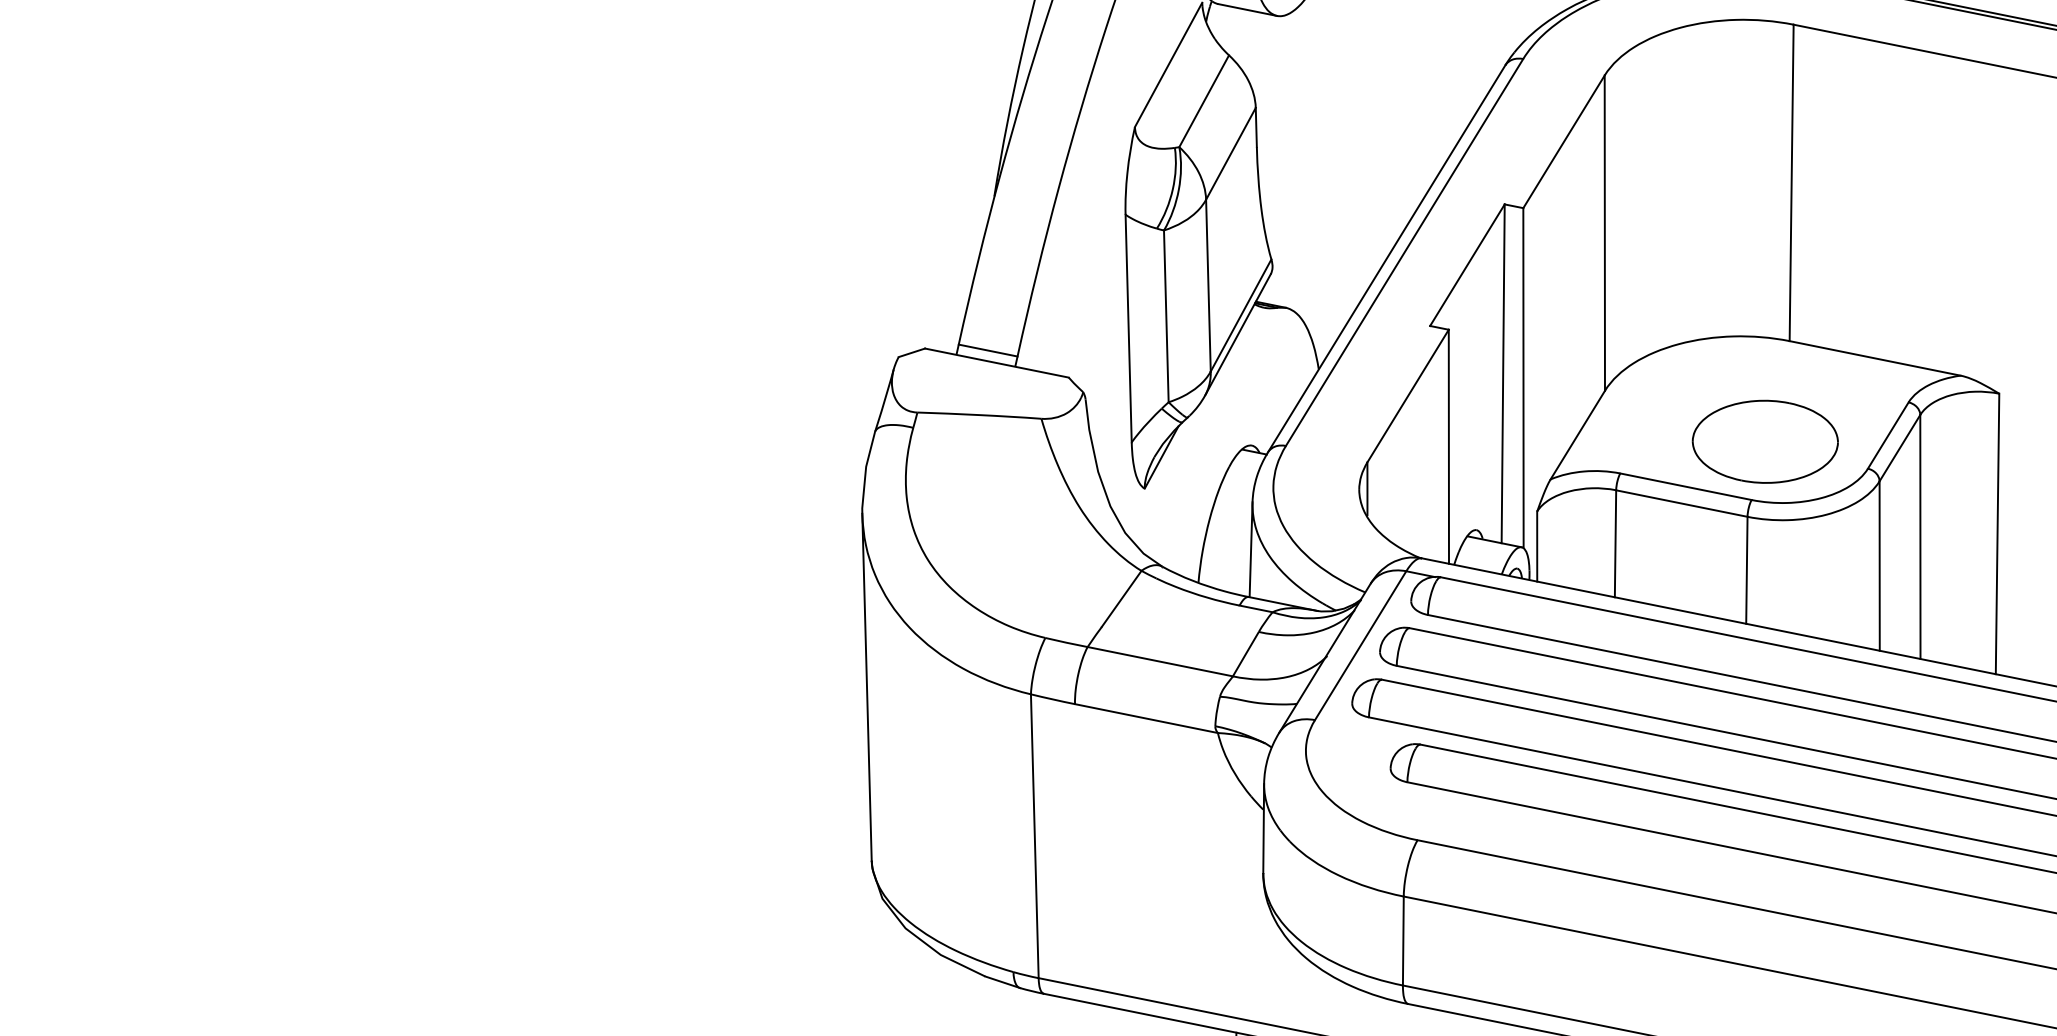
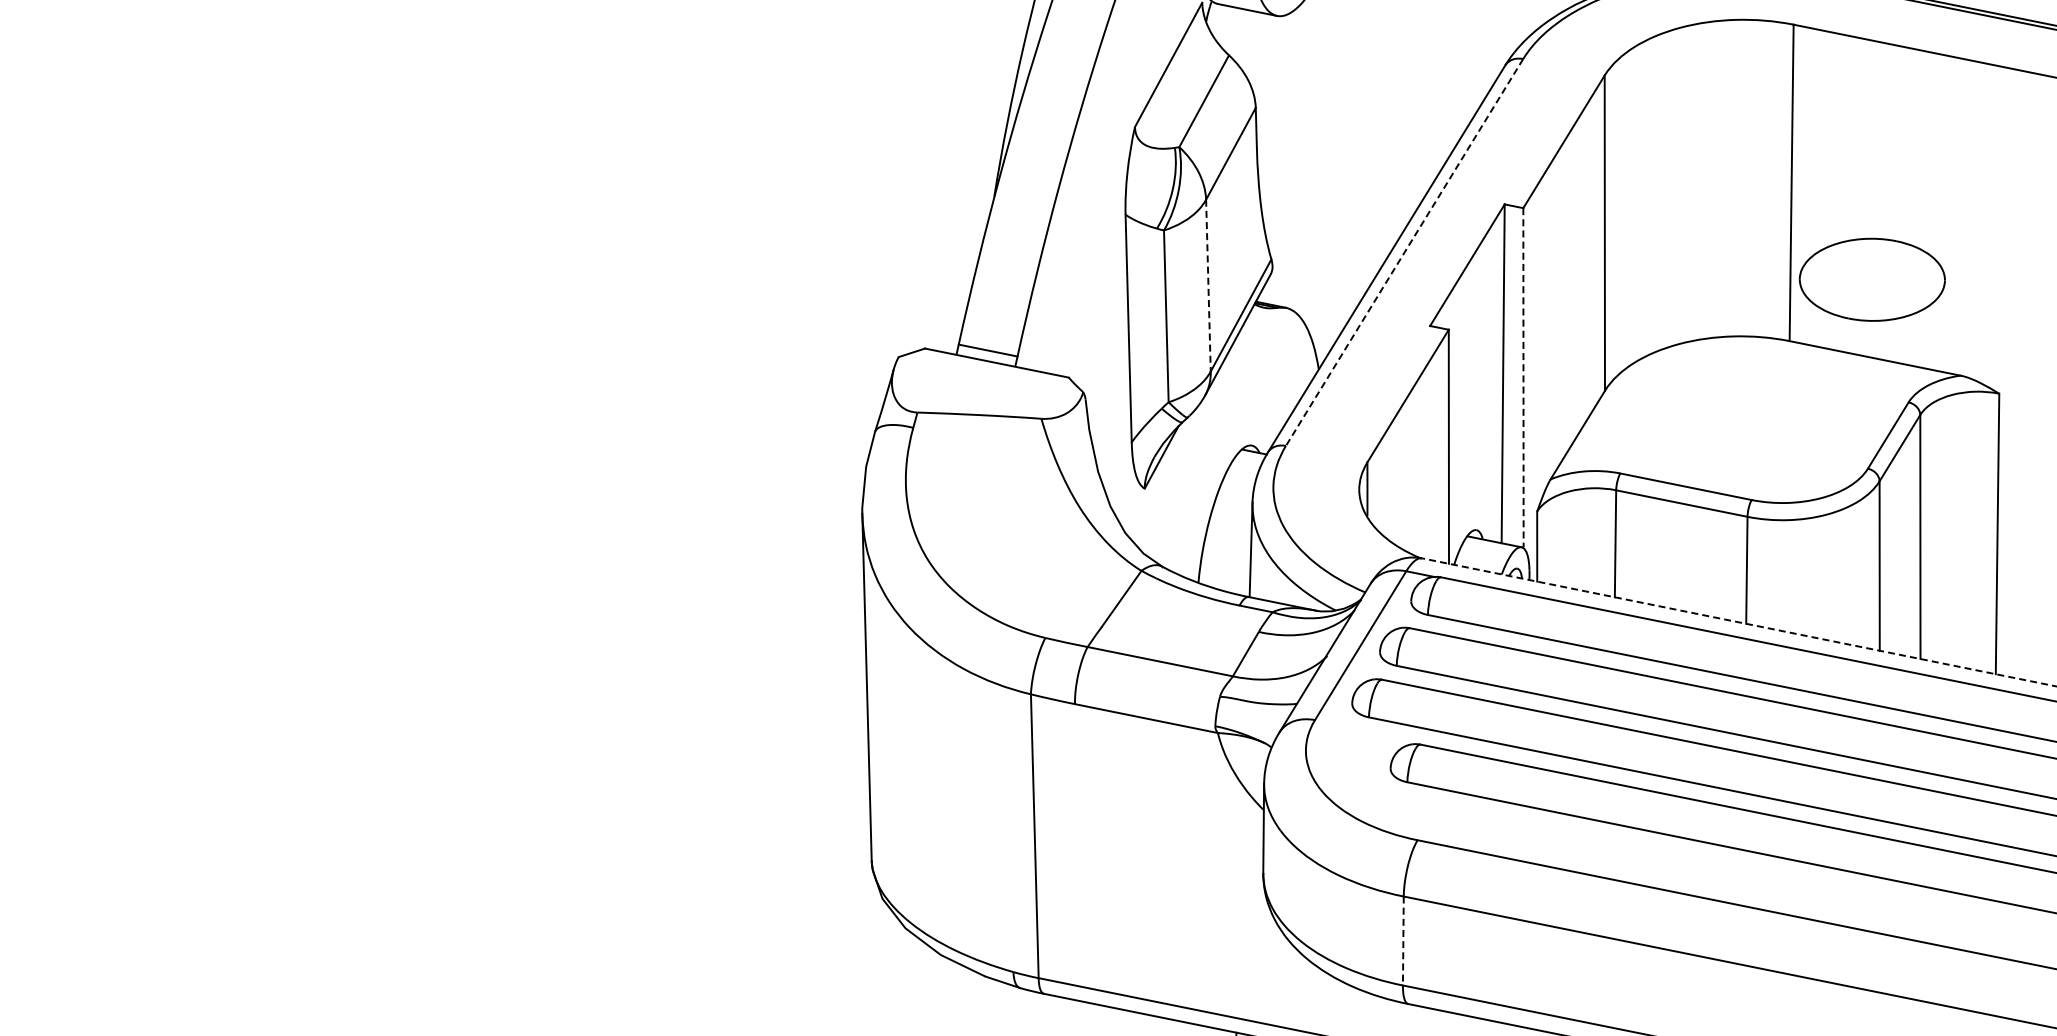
line at (1404, 252): solid -> dashed
line at (1208, 285): solid -> dashed
line at (1523, 377): solid -> dashed
part at (1764, 441) position: (1764, 441) -> (1871, 279)
line at (1738, 622): solid -> dashed
line at (1403, 941): solid -> dashed
